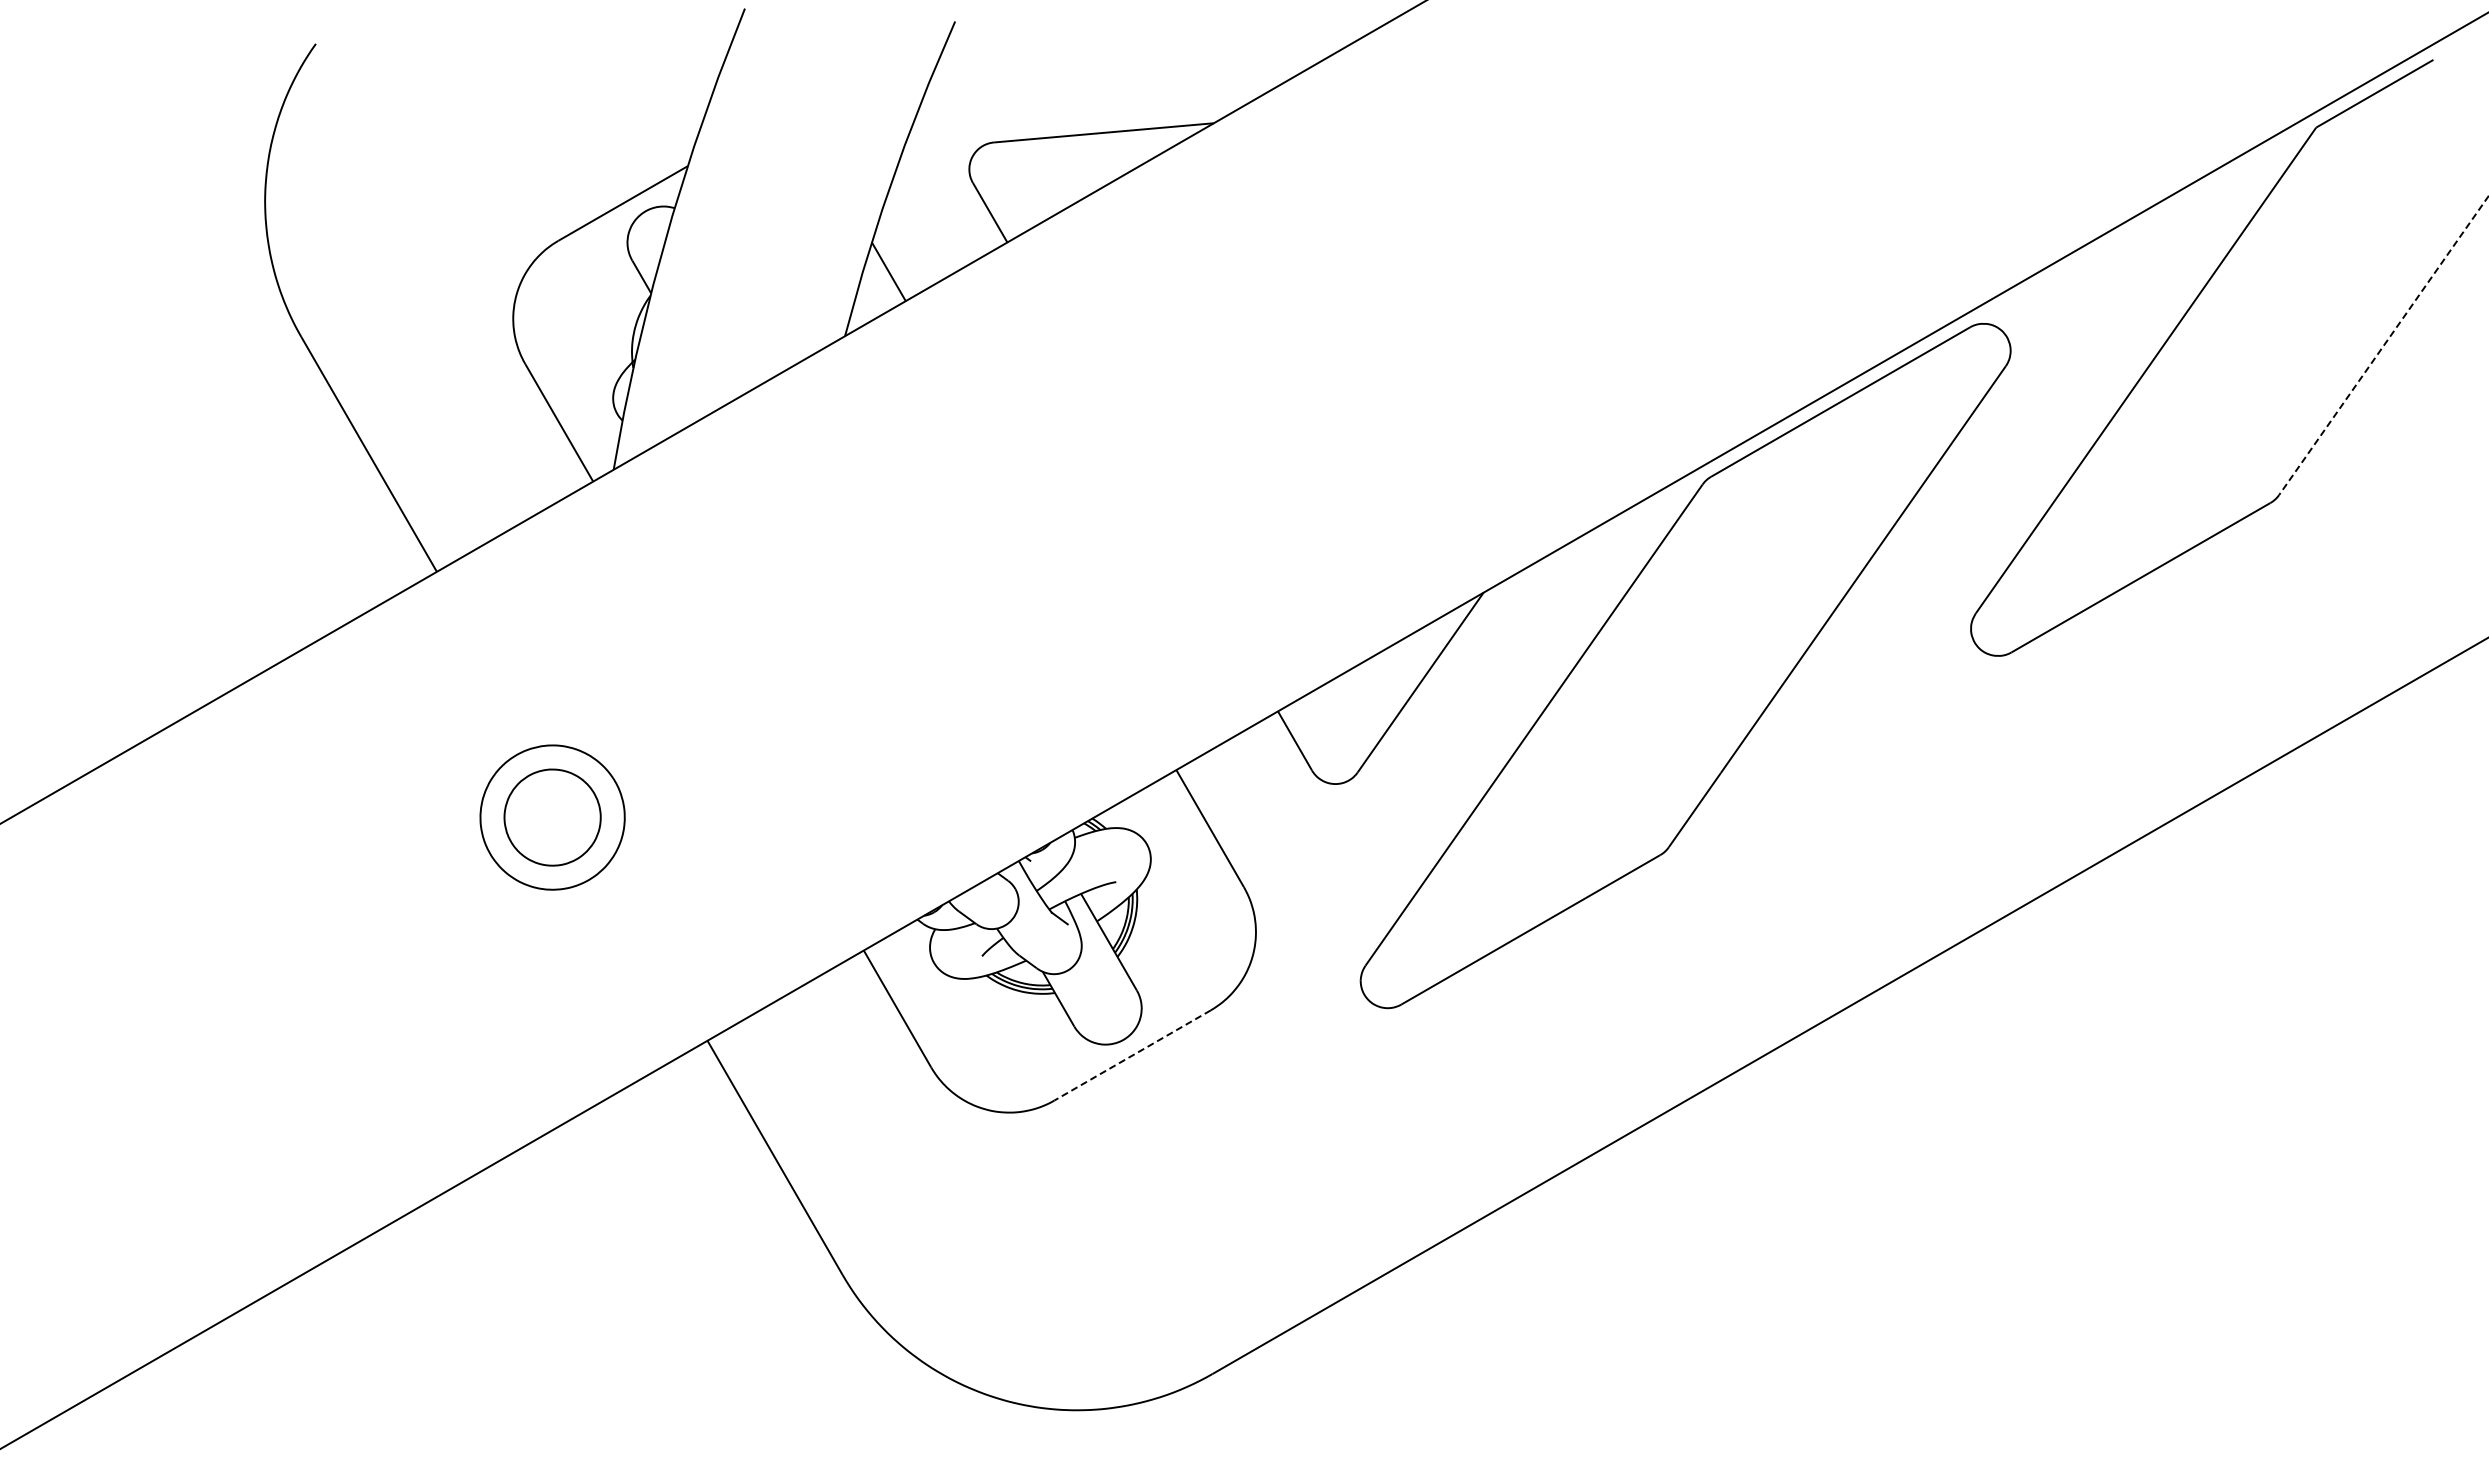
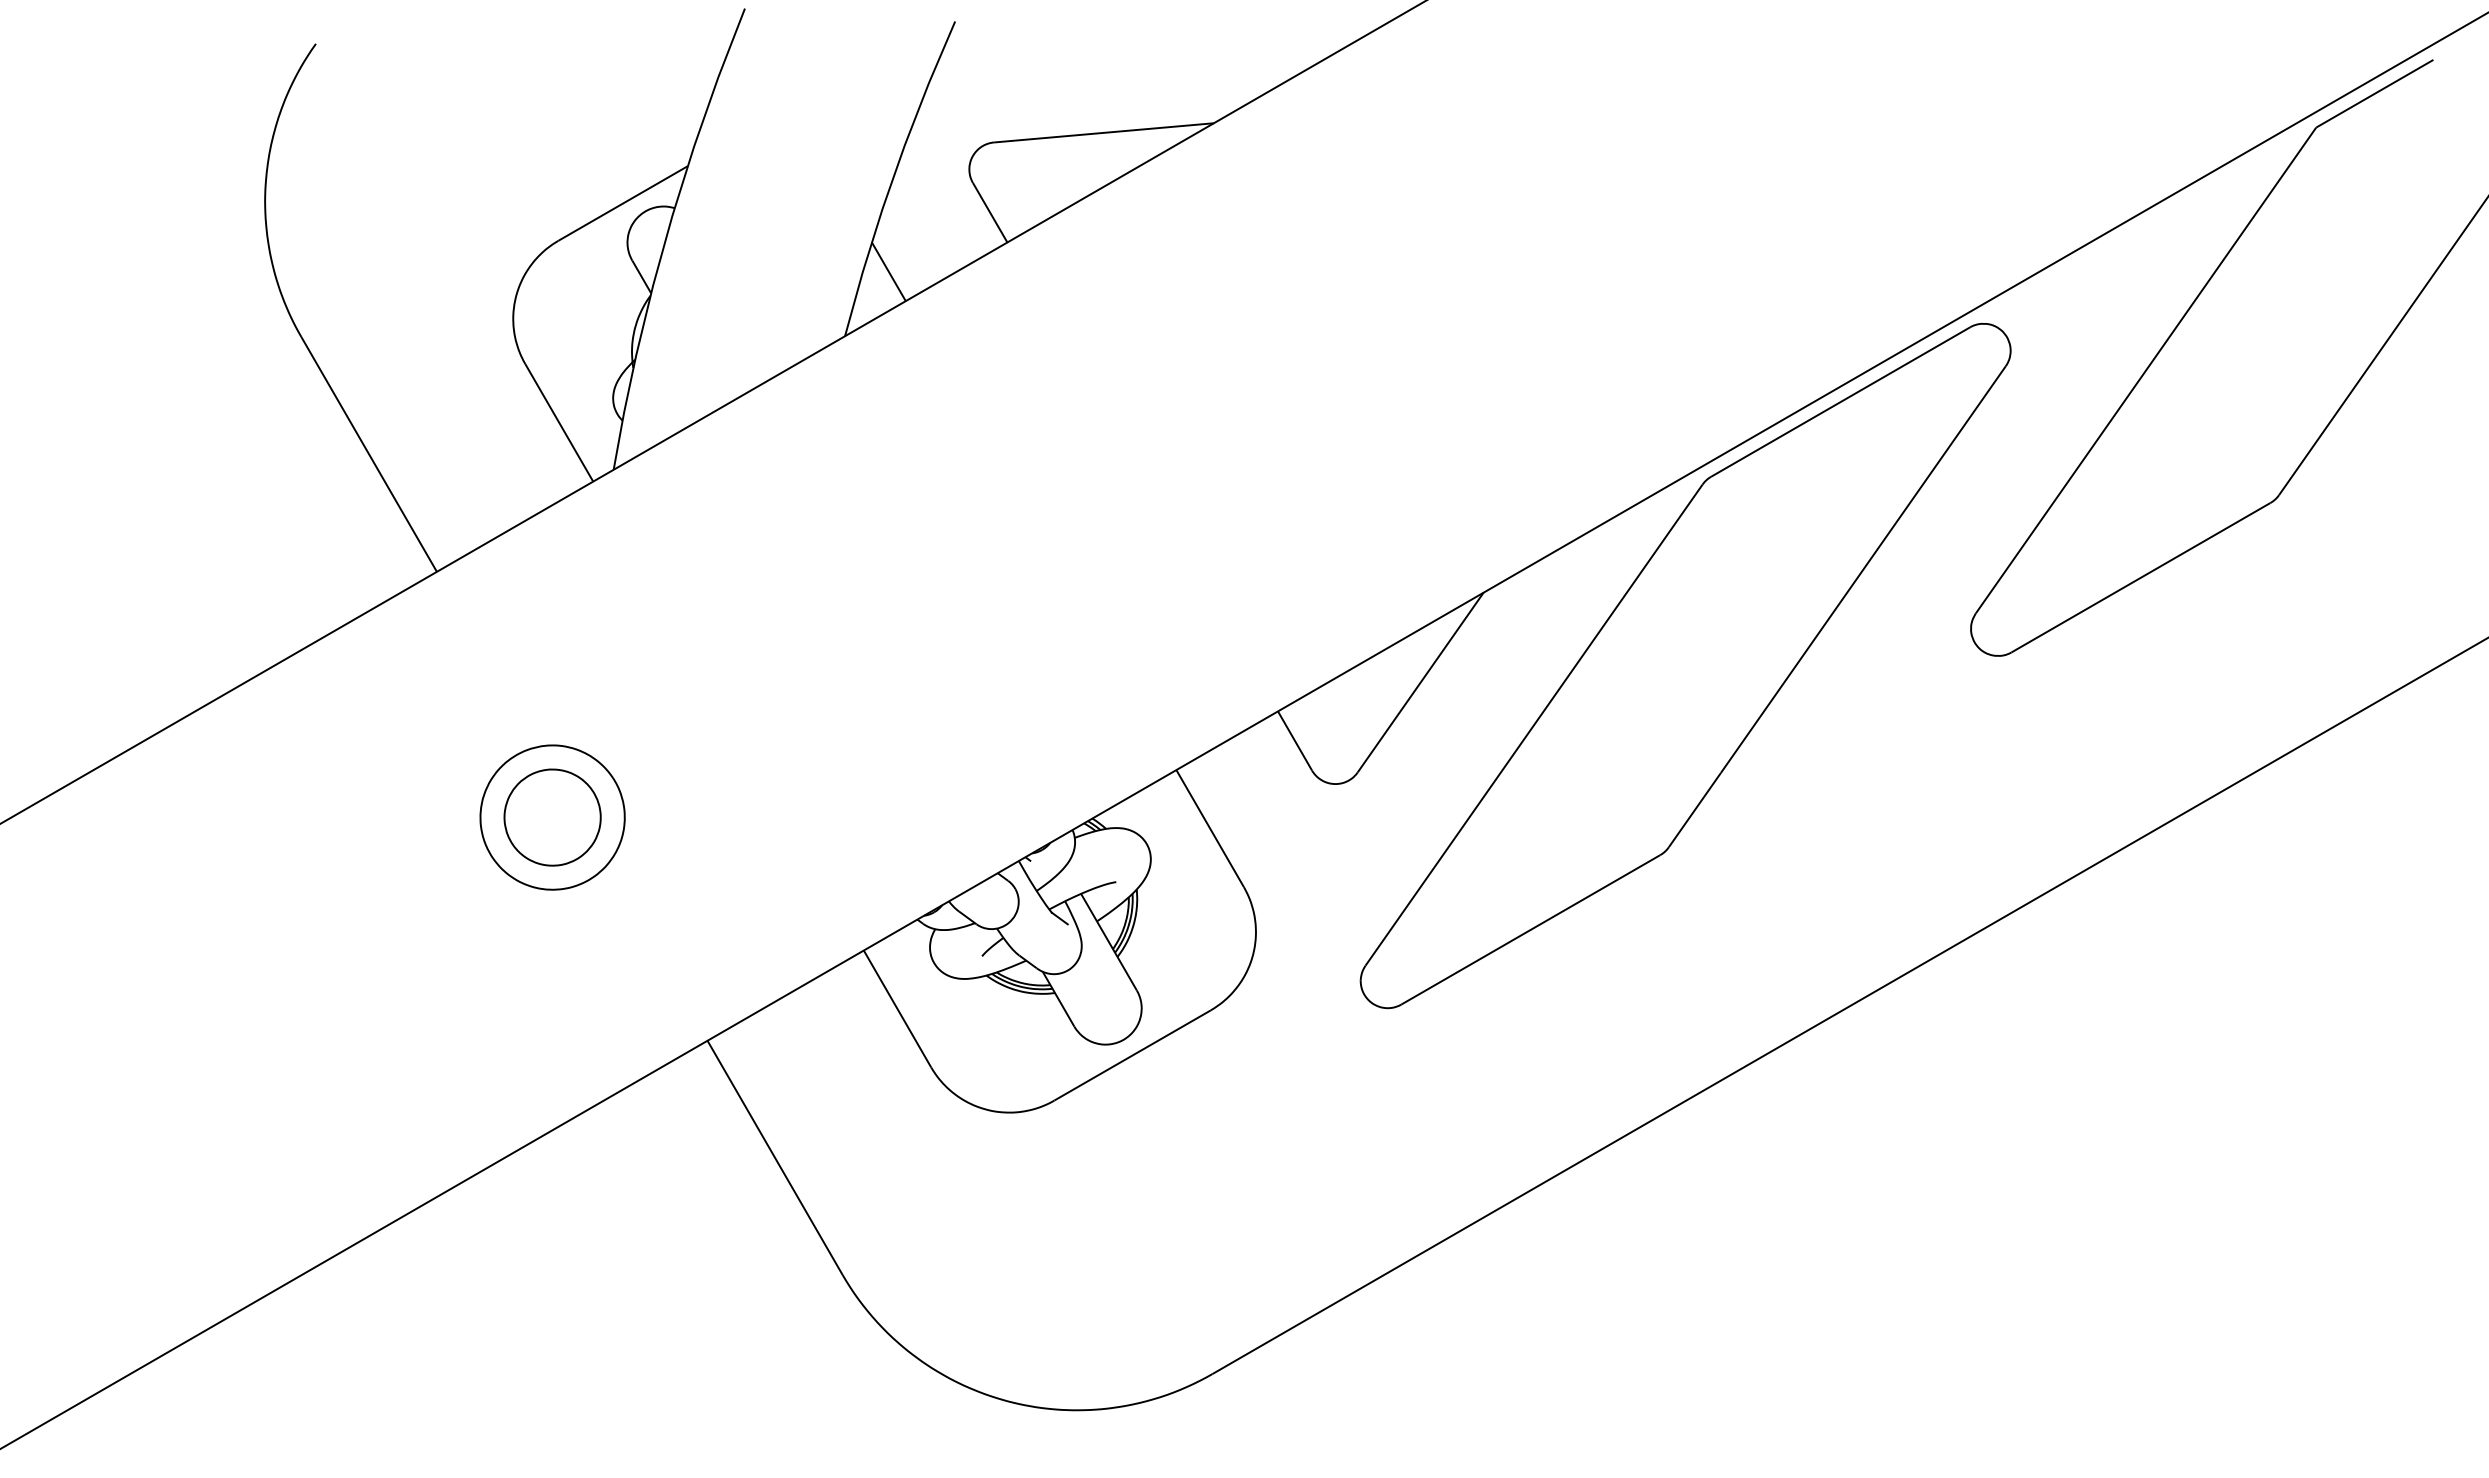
line at (2384, 345): dashed -> solid
line at (1132, 1055): dashed -> solid
